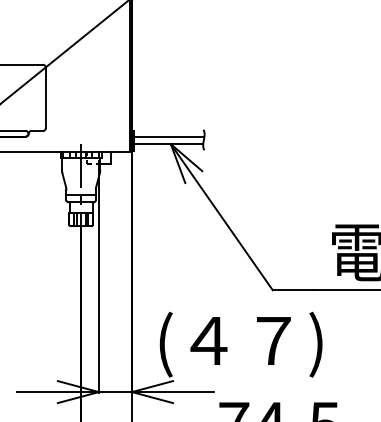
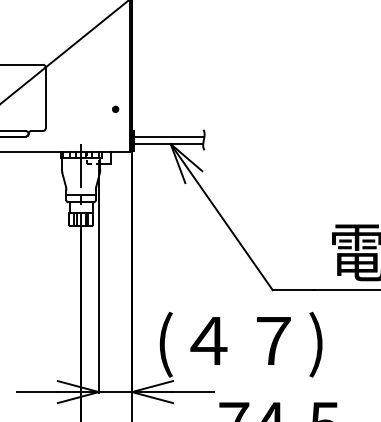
part at (115, 108): none -> present
